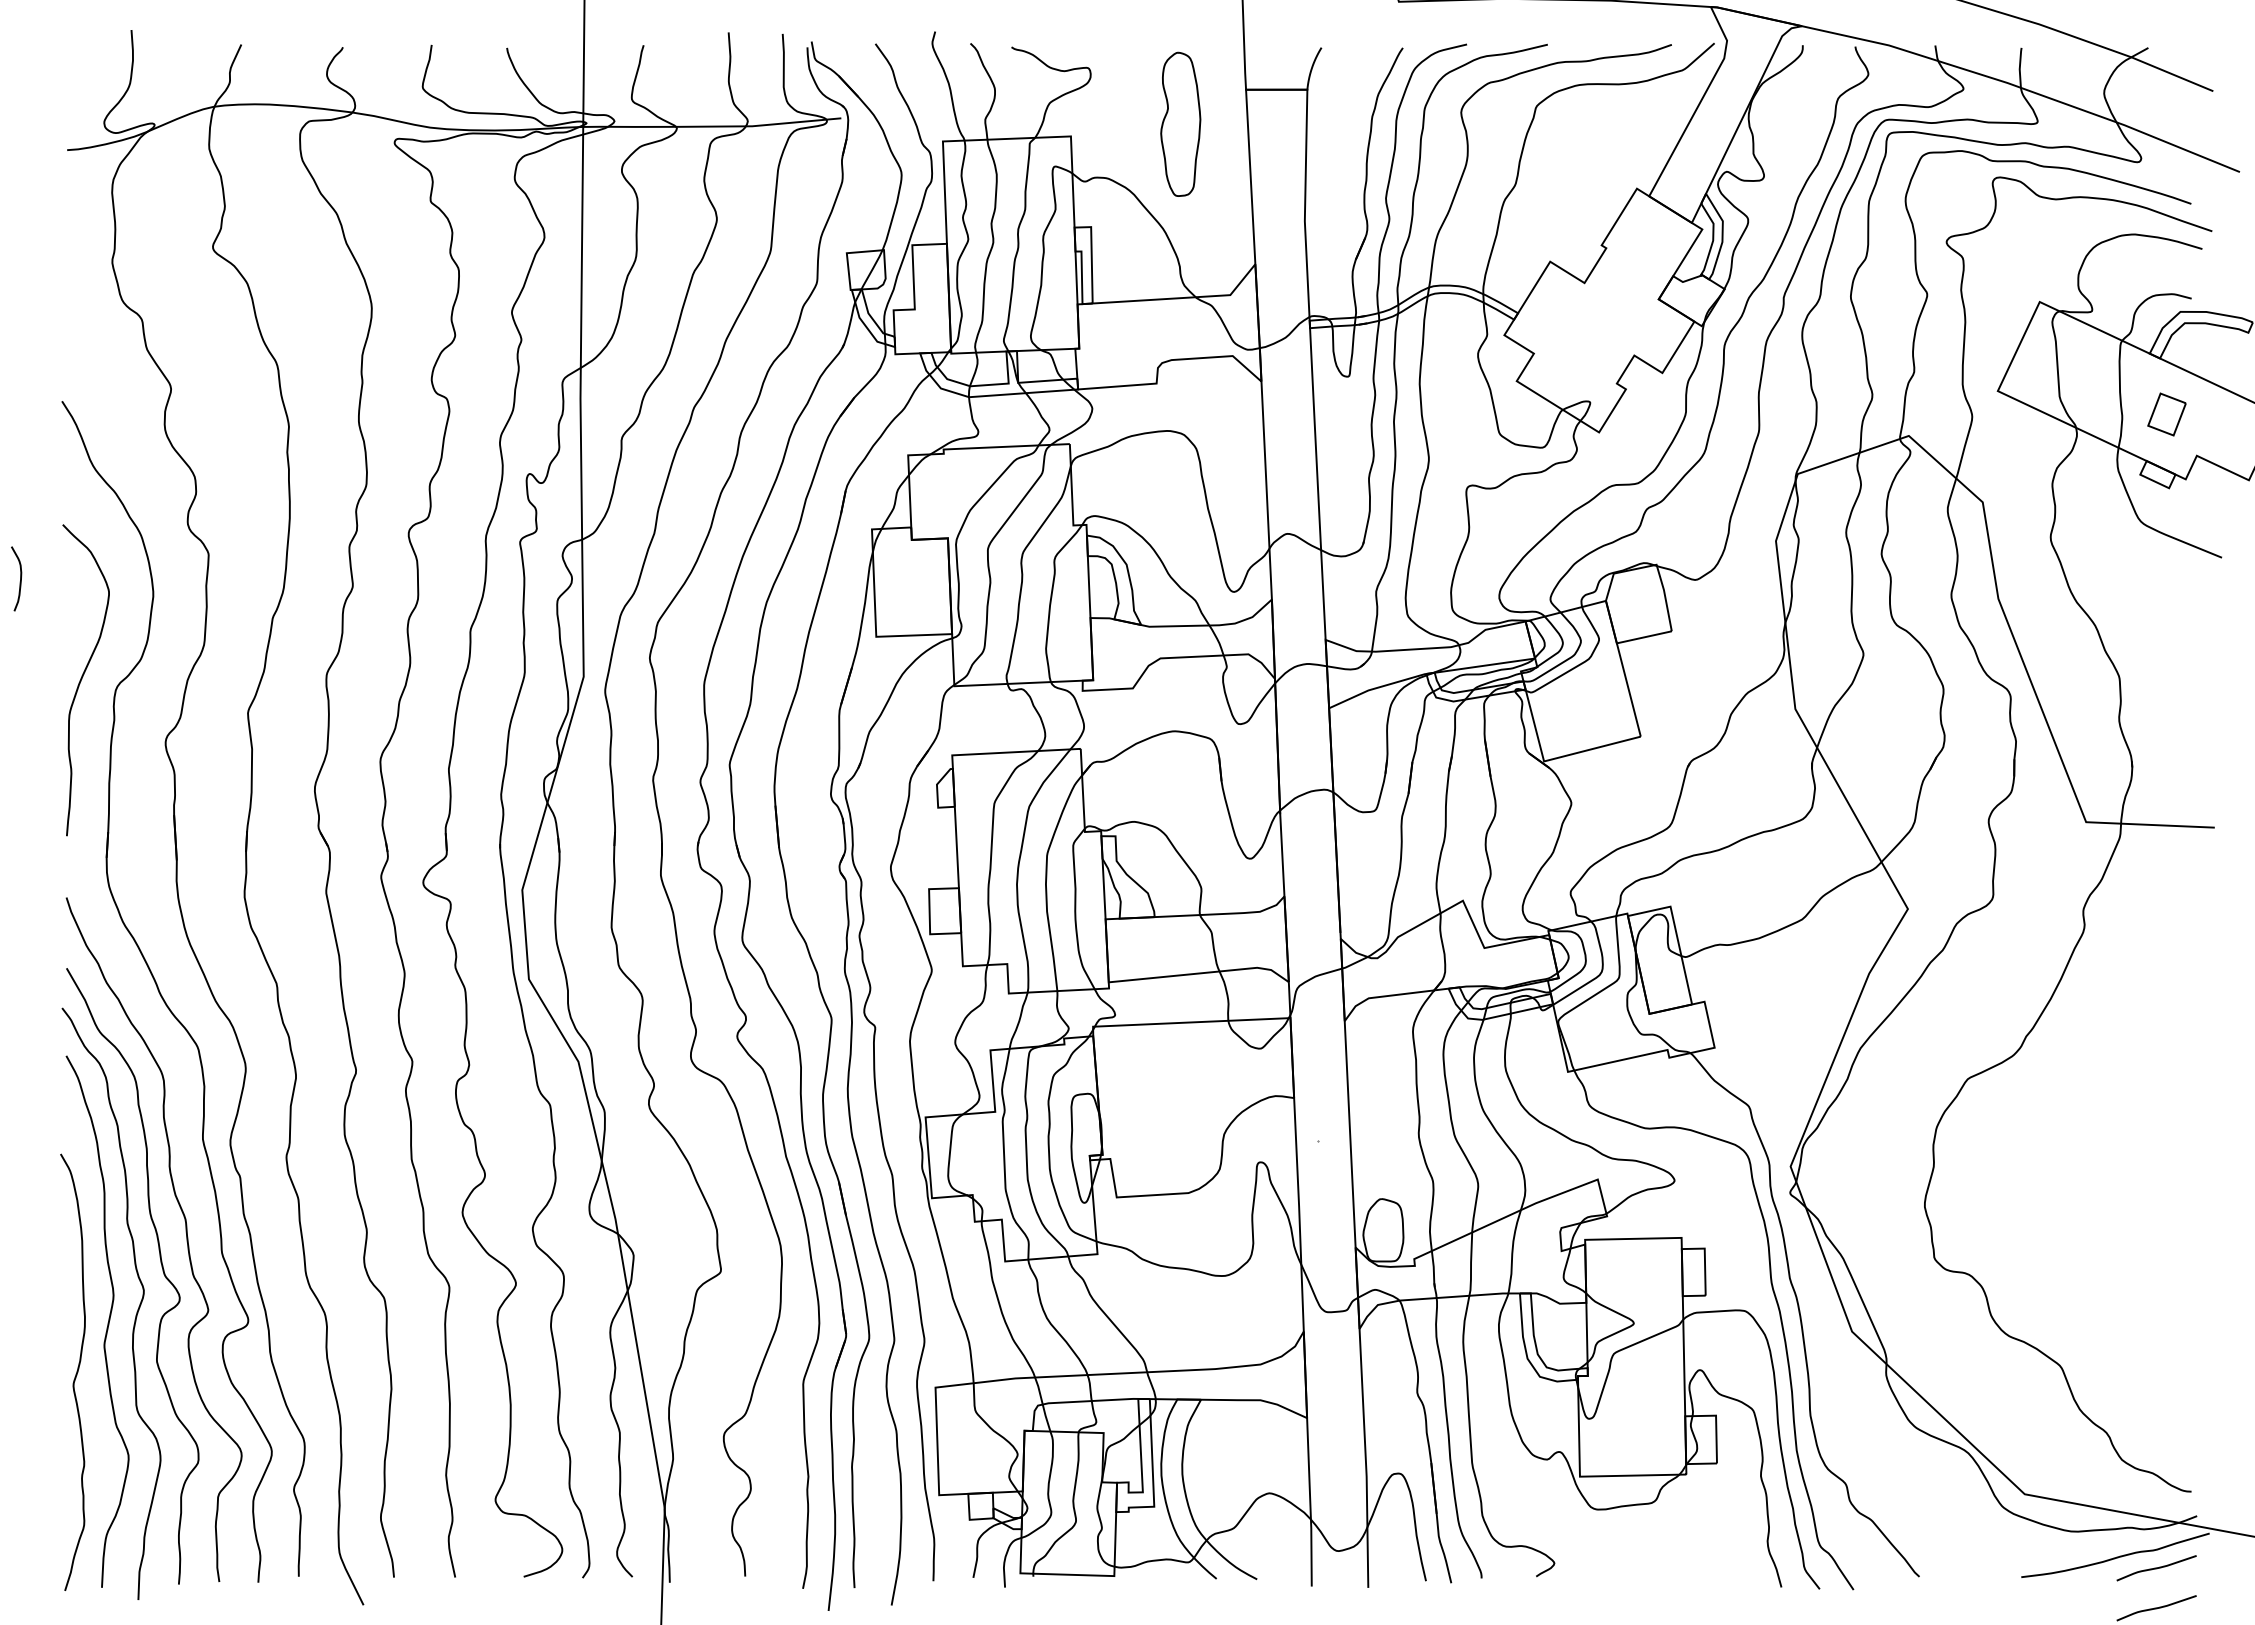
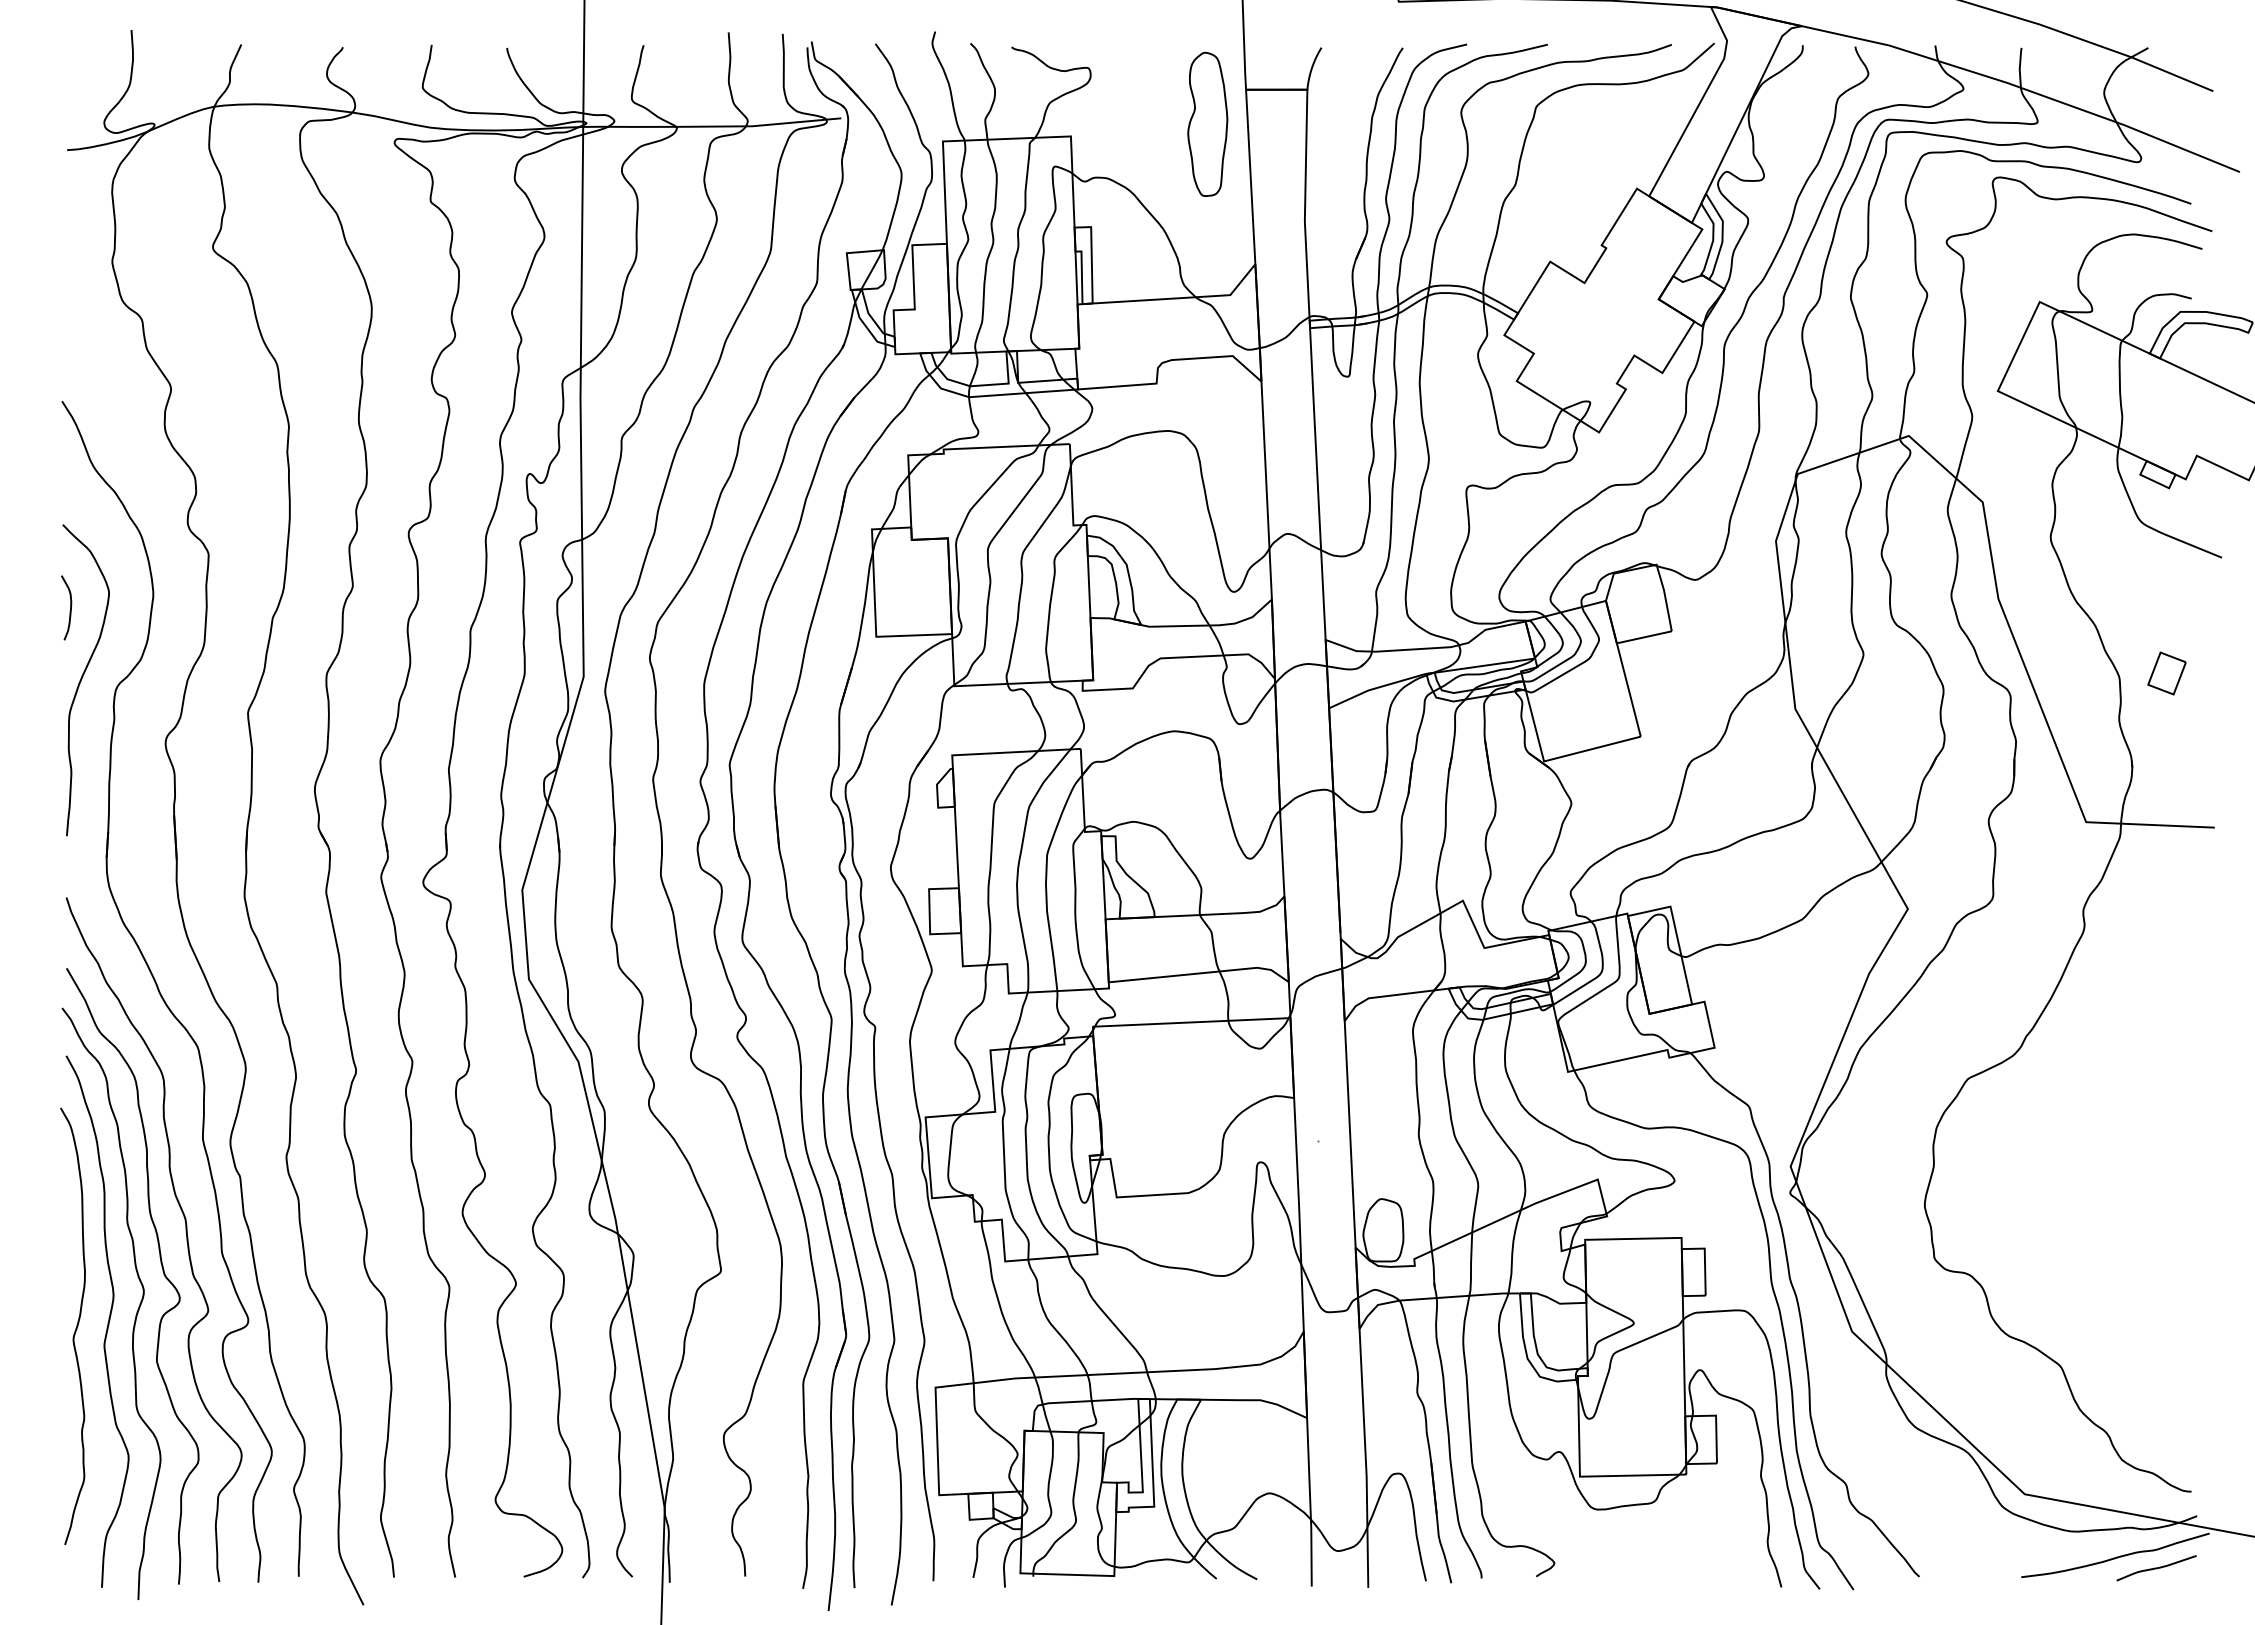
part at (1180, 123) position: (1180, 123) -> (1207, 123)
part at (2166, 414) position: (2166, 414) -> (2166, 673)
curve at (20, 578) position: (20, 578) -> (70, 607)
curve at (76, 1371) position: (76, 1371) -> (76, 1325)
curve at (2156, 1608): present -> none
